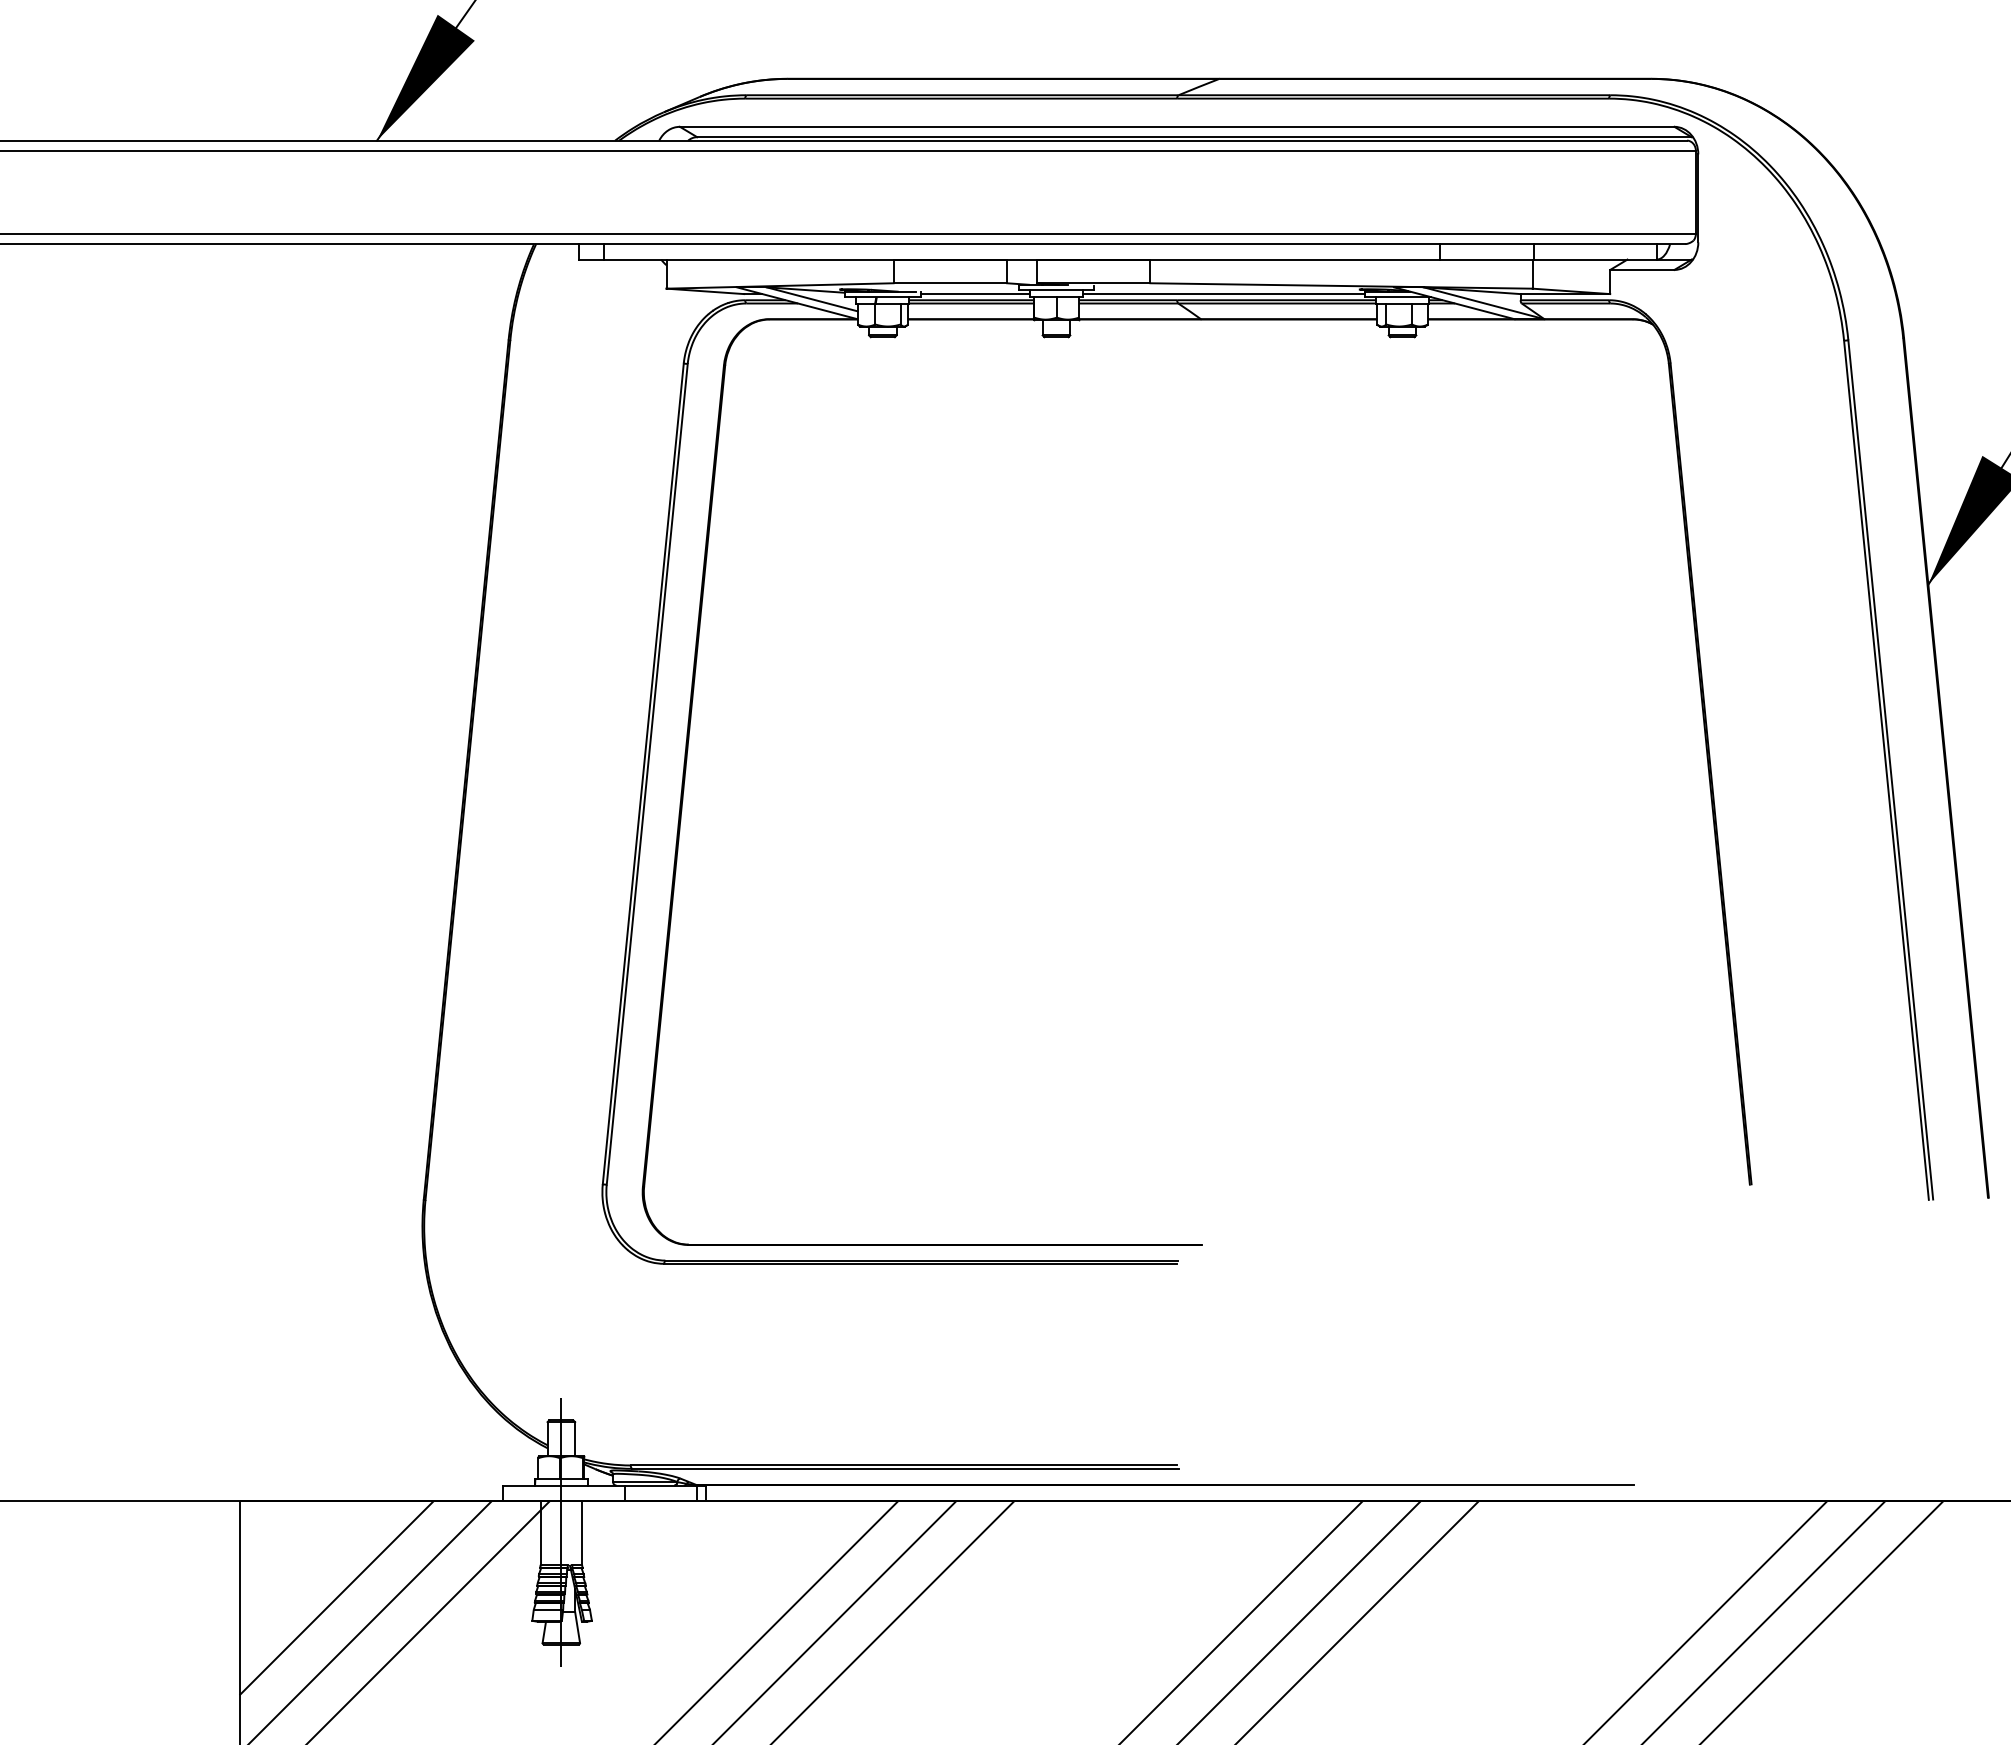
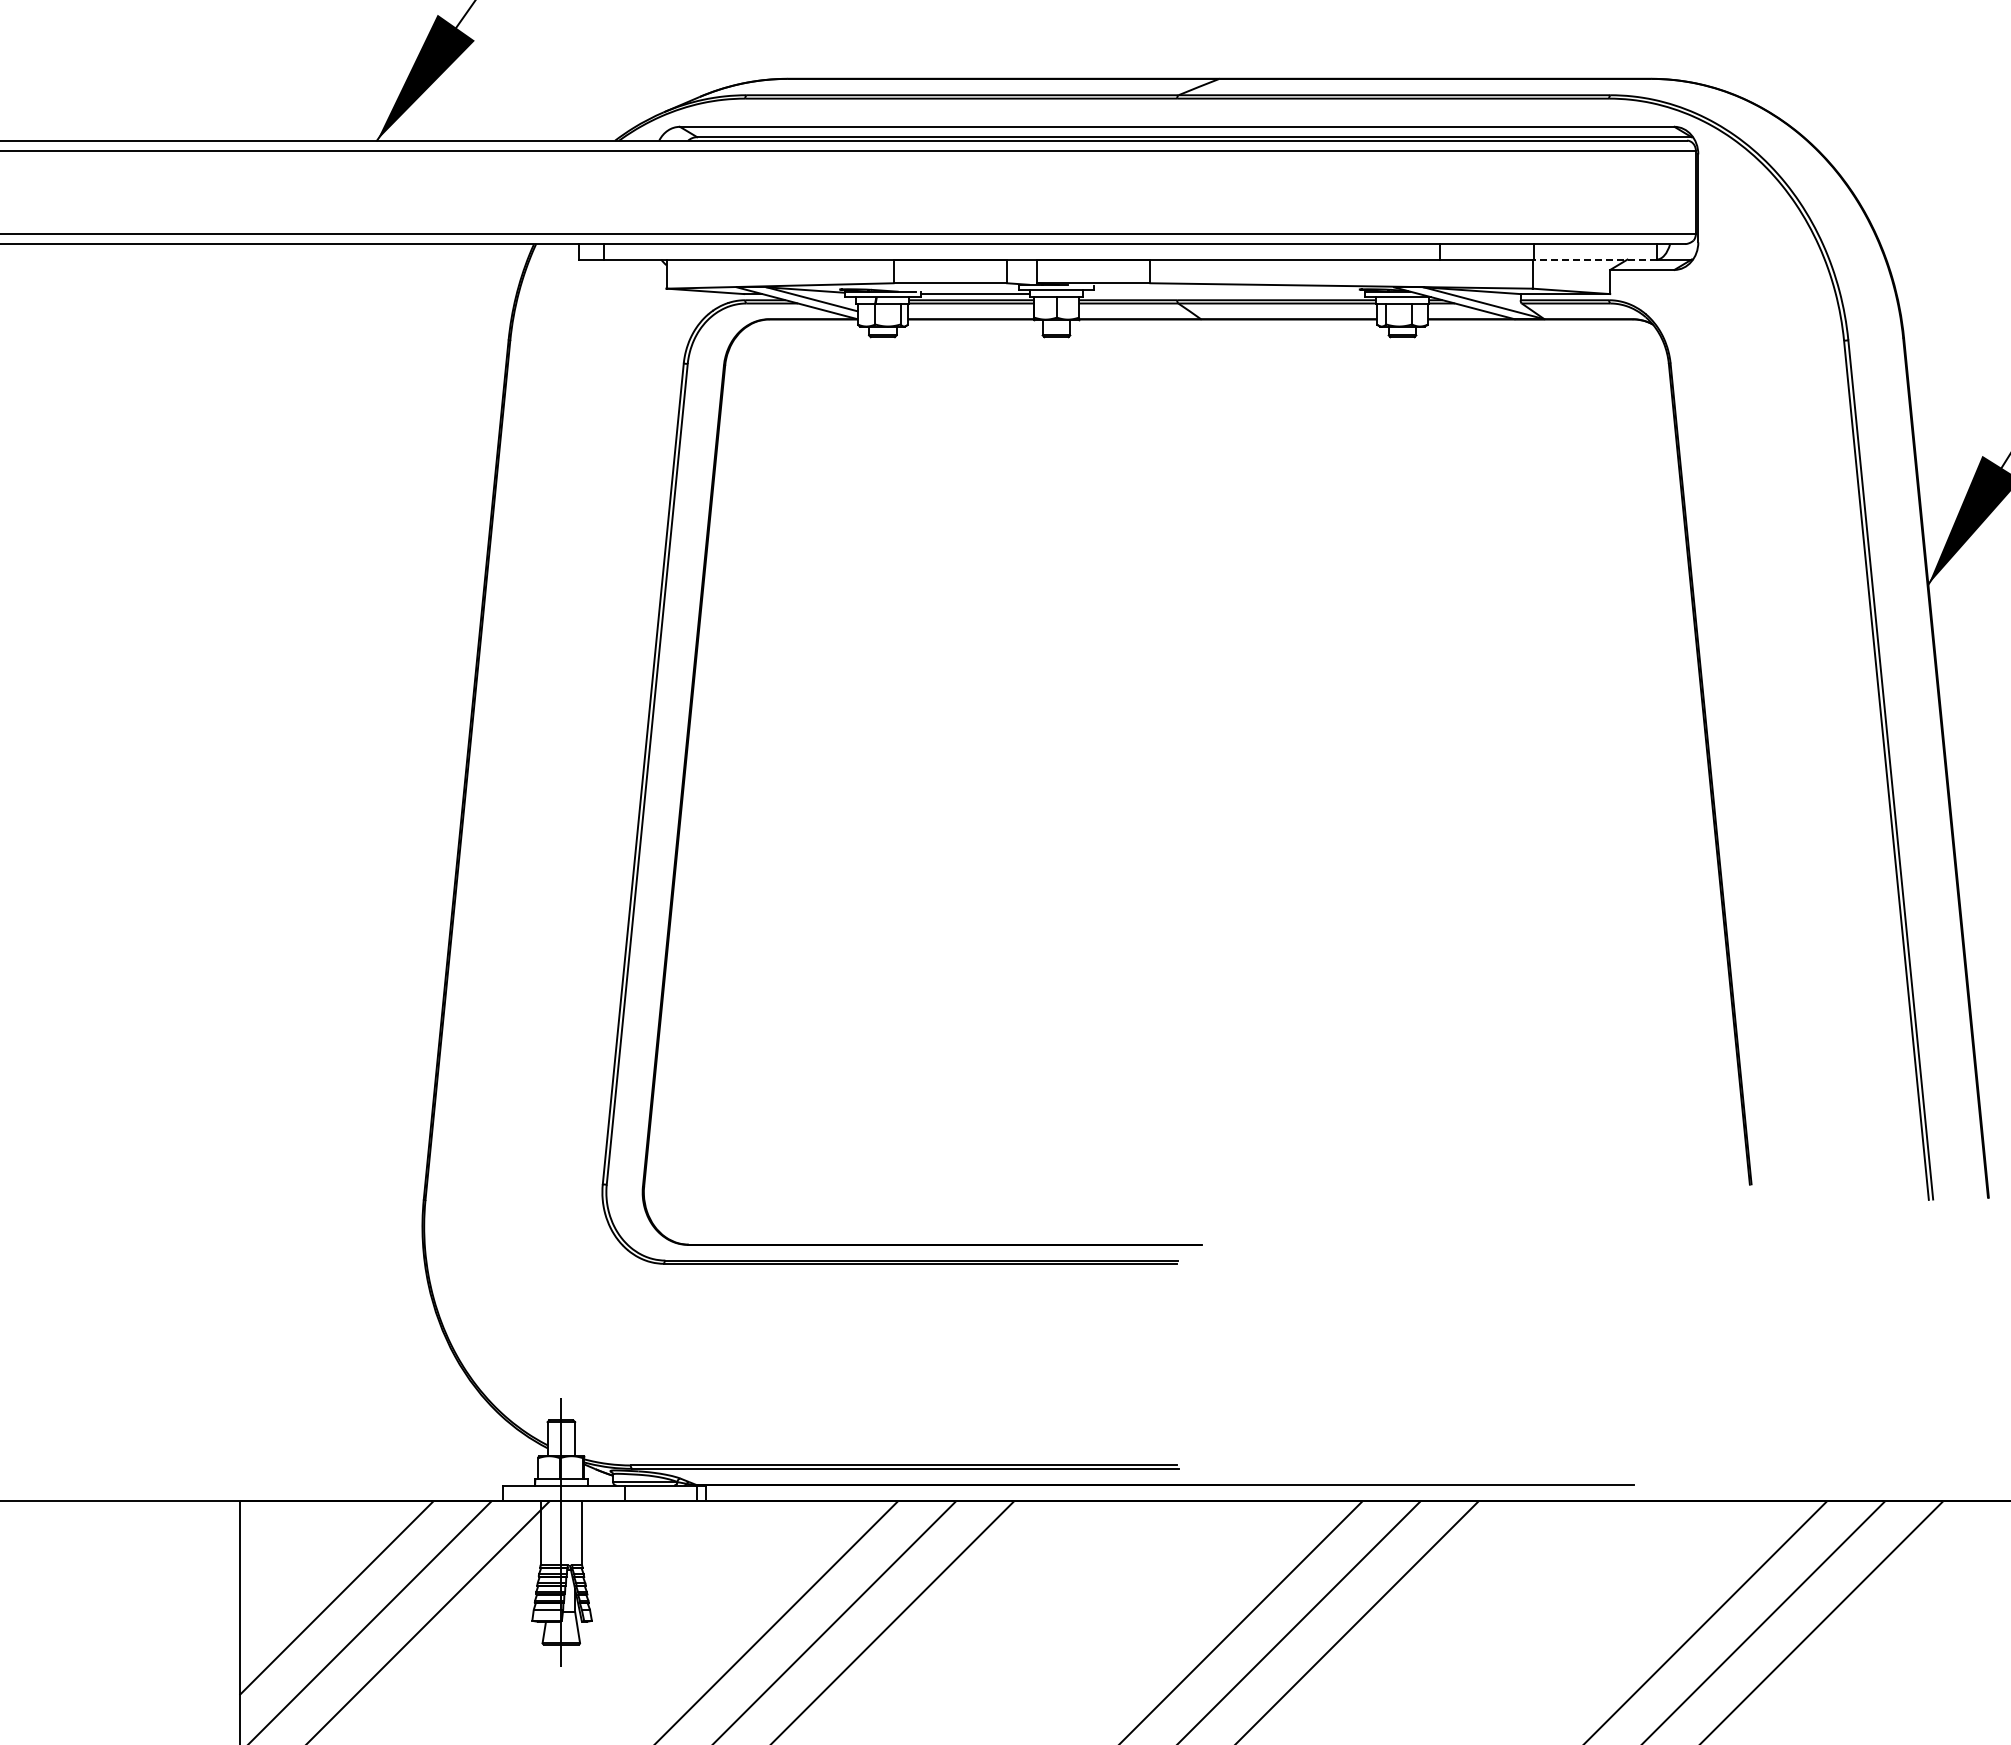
line at (1595, 259): solid -> dashed
line at (1223, 294): present -> none
